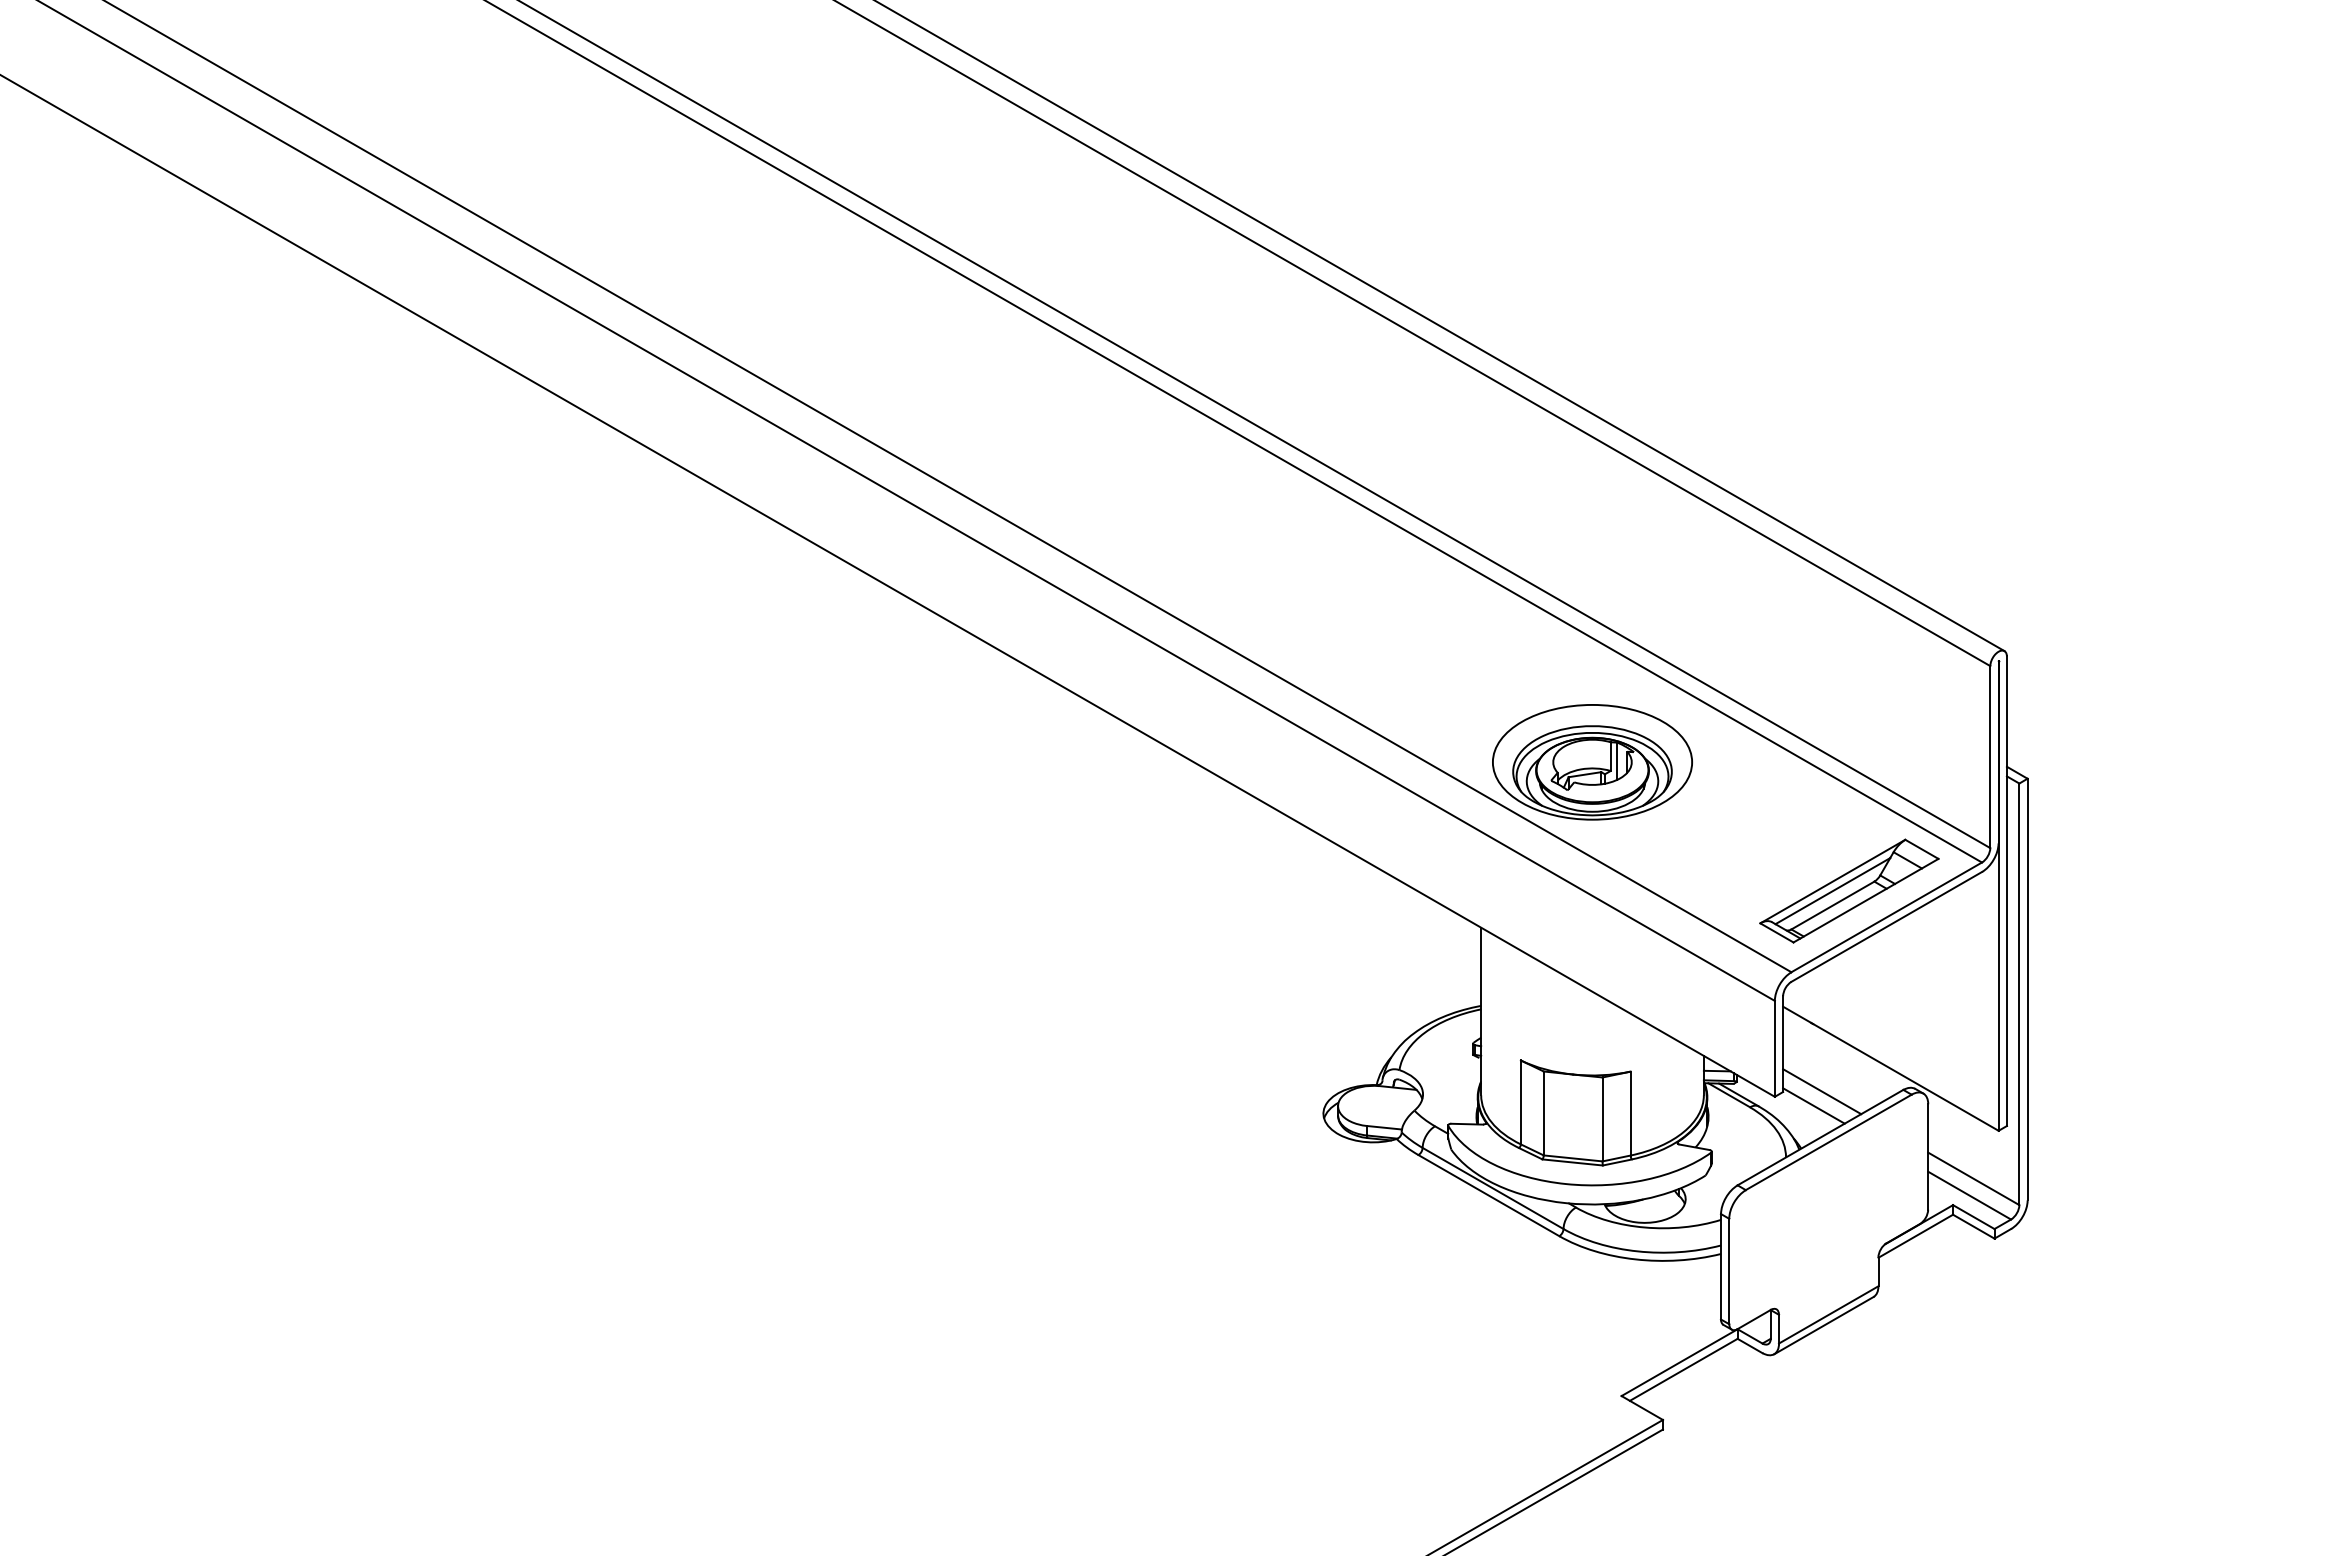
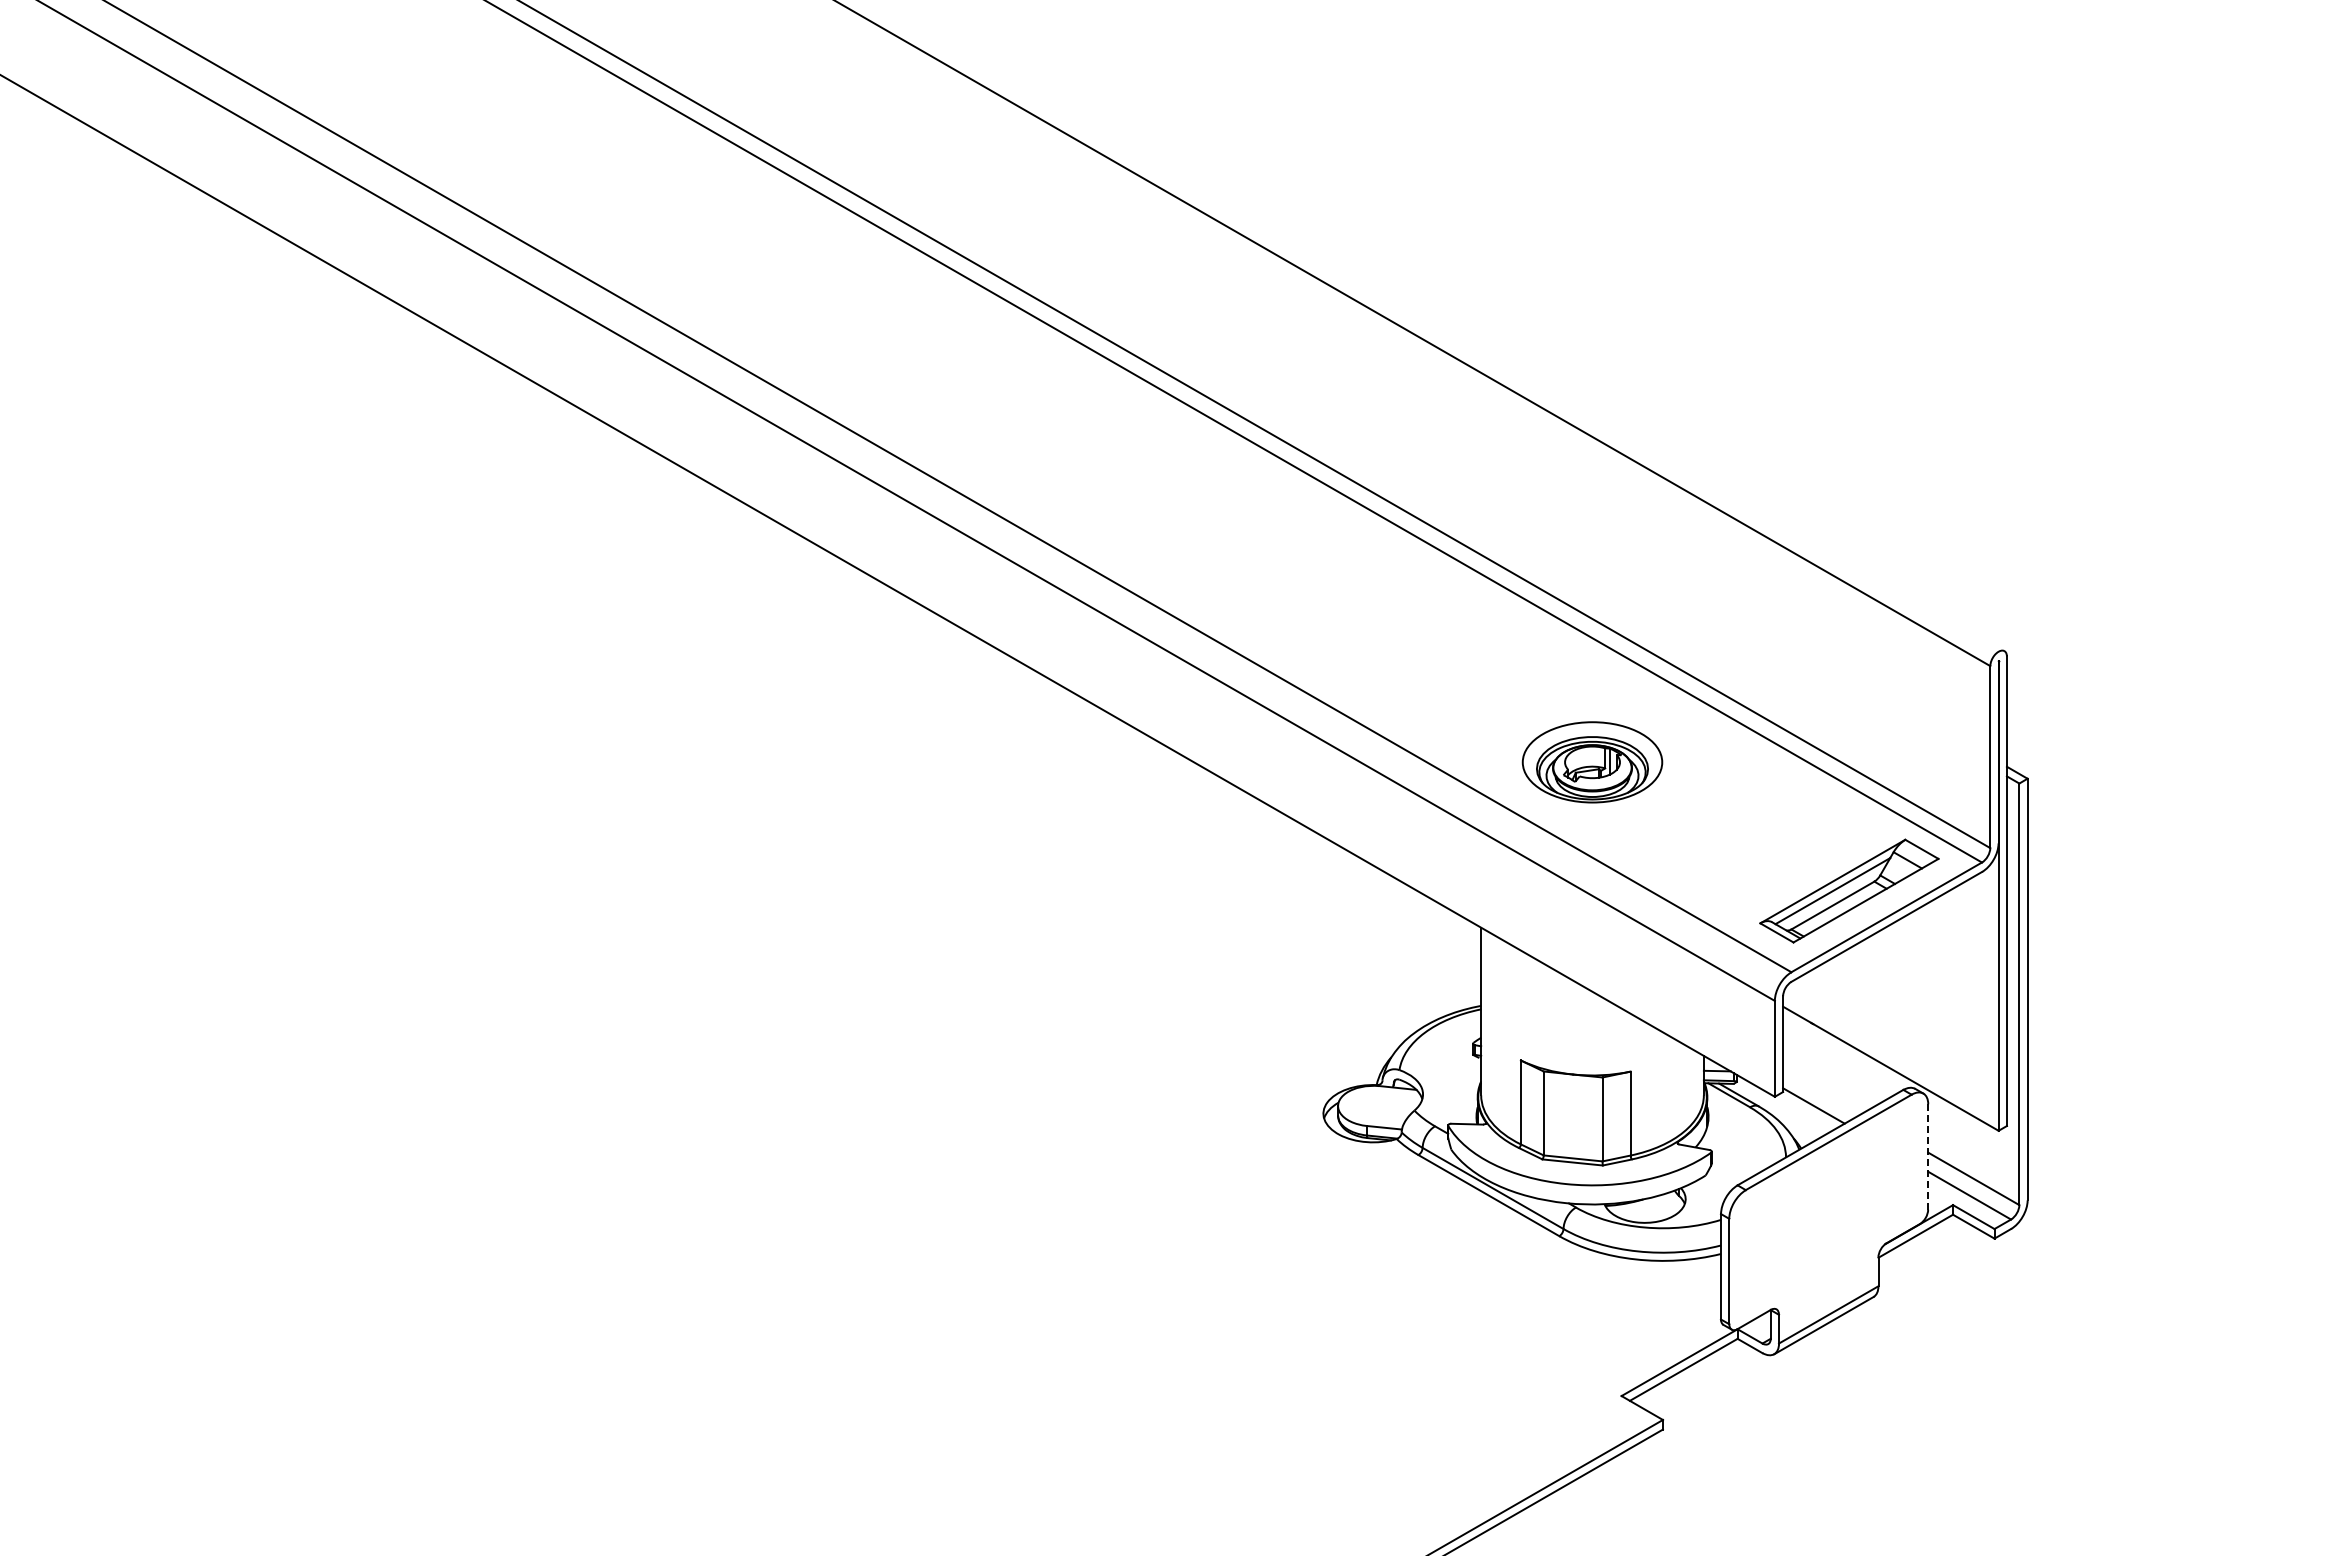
line at (1440, 326): present -> none
part at (1592, 762) size: 201x117 px -> 143x83 px
line at (1822, 1091): present -> none
line at (1928, 1157): solid -> dashed
